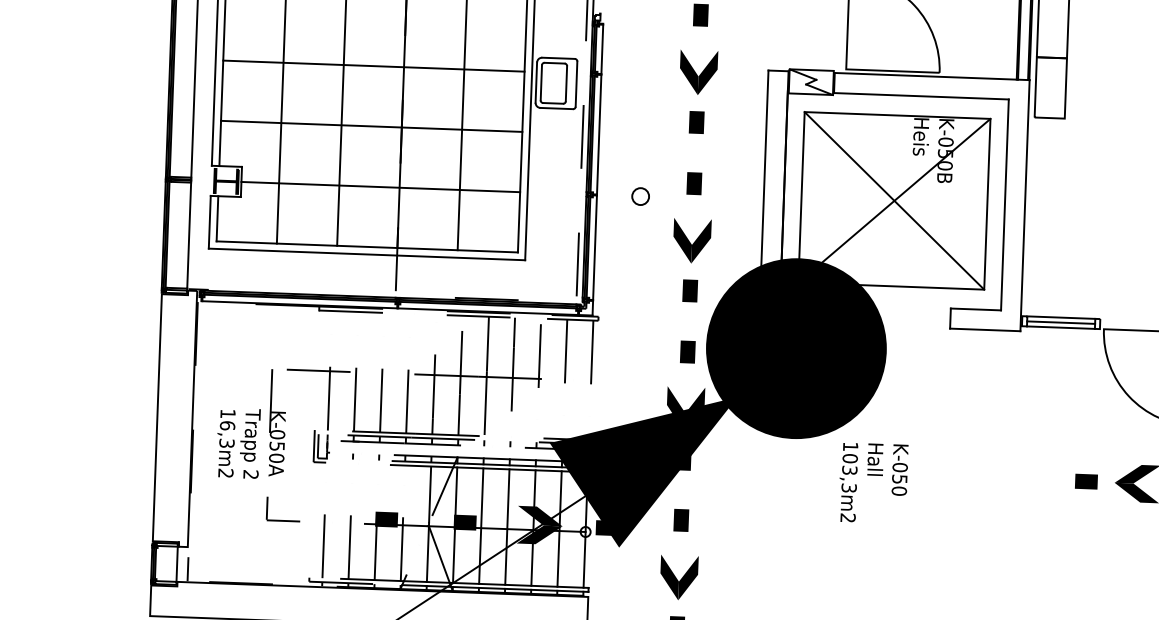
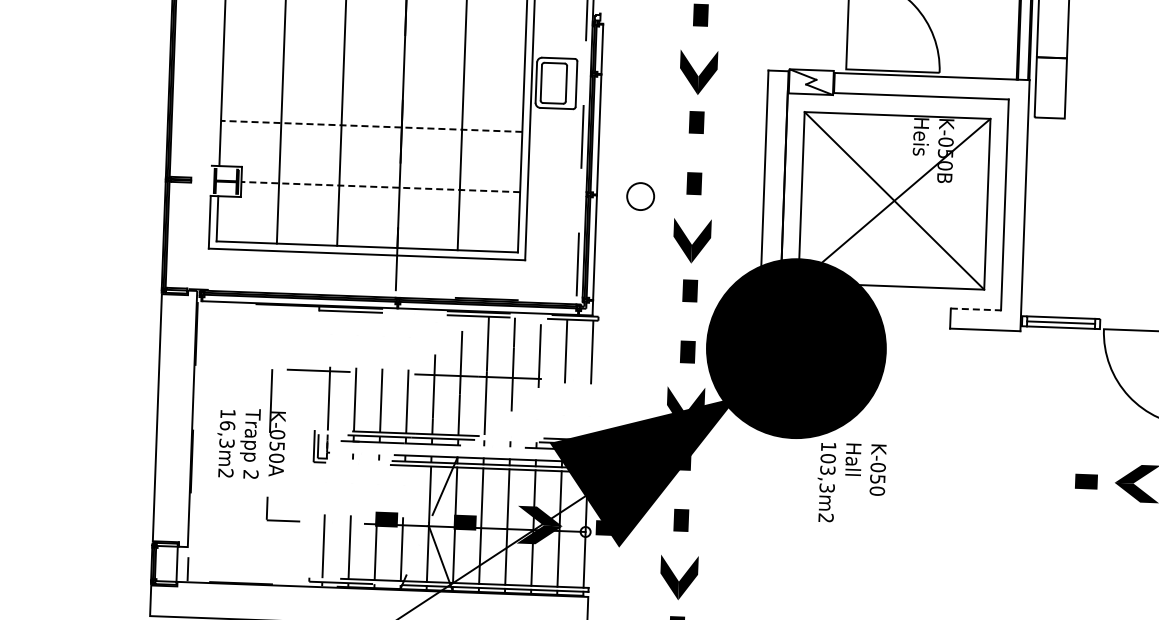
line at (373, 65): present -> none
line at (214, 83): present -> none
line at (371, 126): solid -> dashed
line at (192, 145): present -> none
line at (380, 187): solid -> dashed
circle at (640, 196) diameter: 17 px -> 27 px
line at (976, 309): solid -> dashed
text at (873, 482) position: (873, 482) -> (851, 482)
